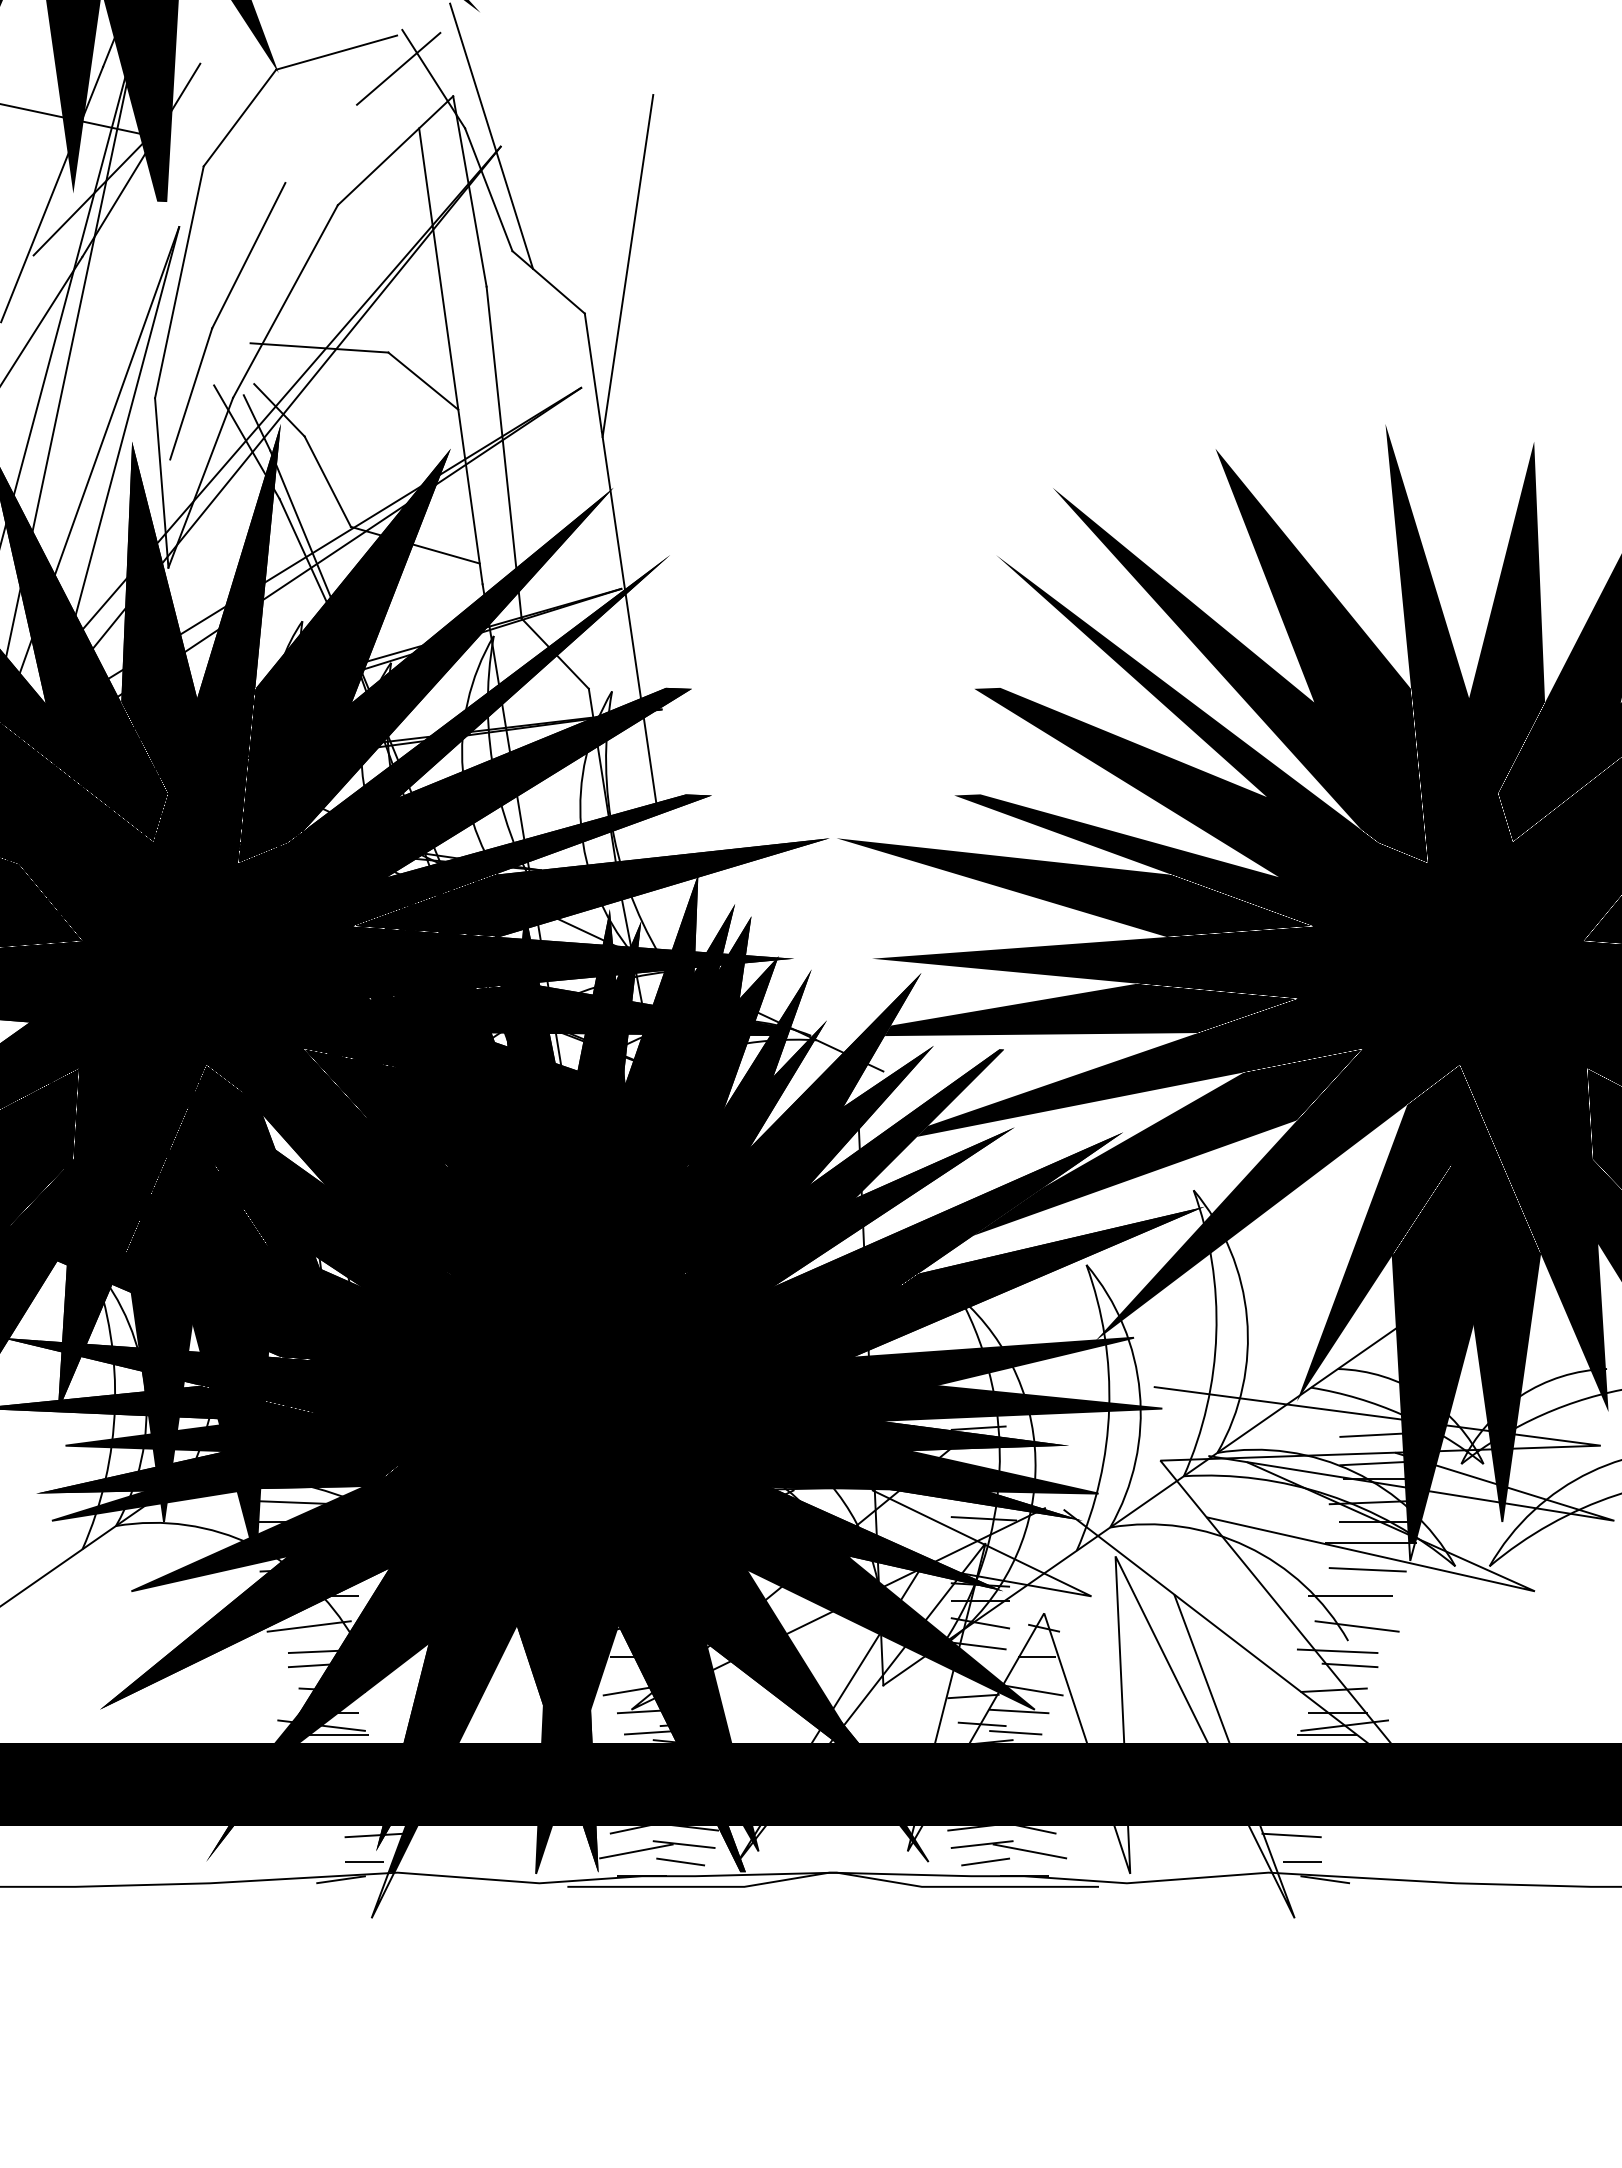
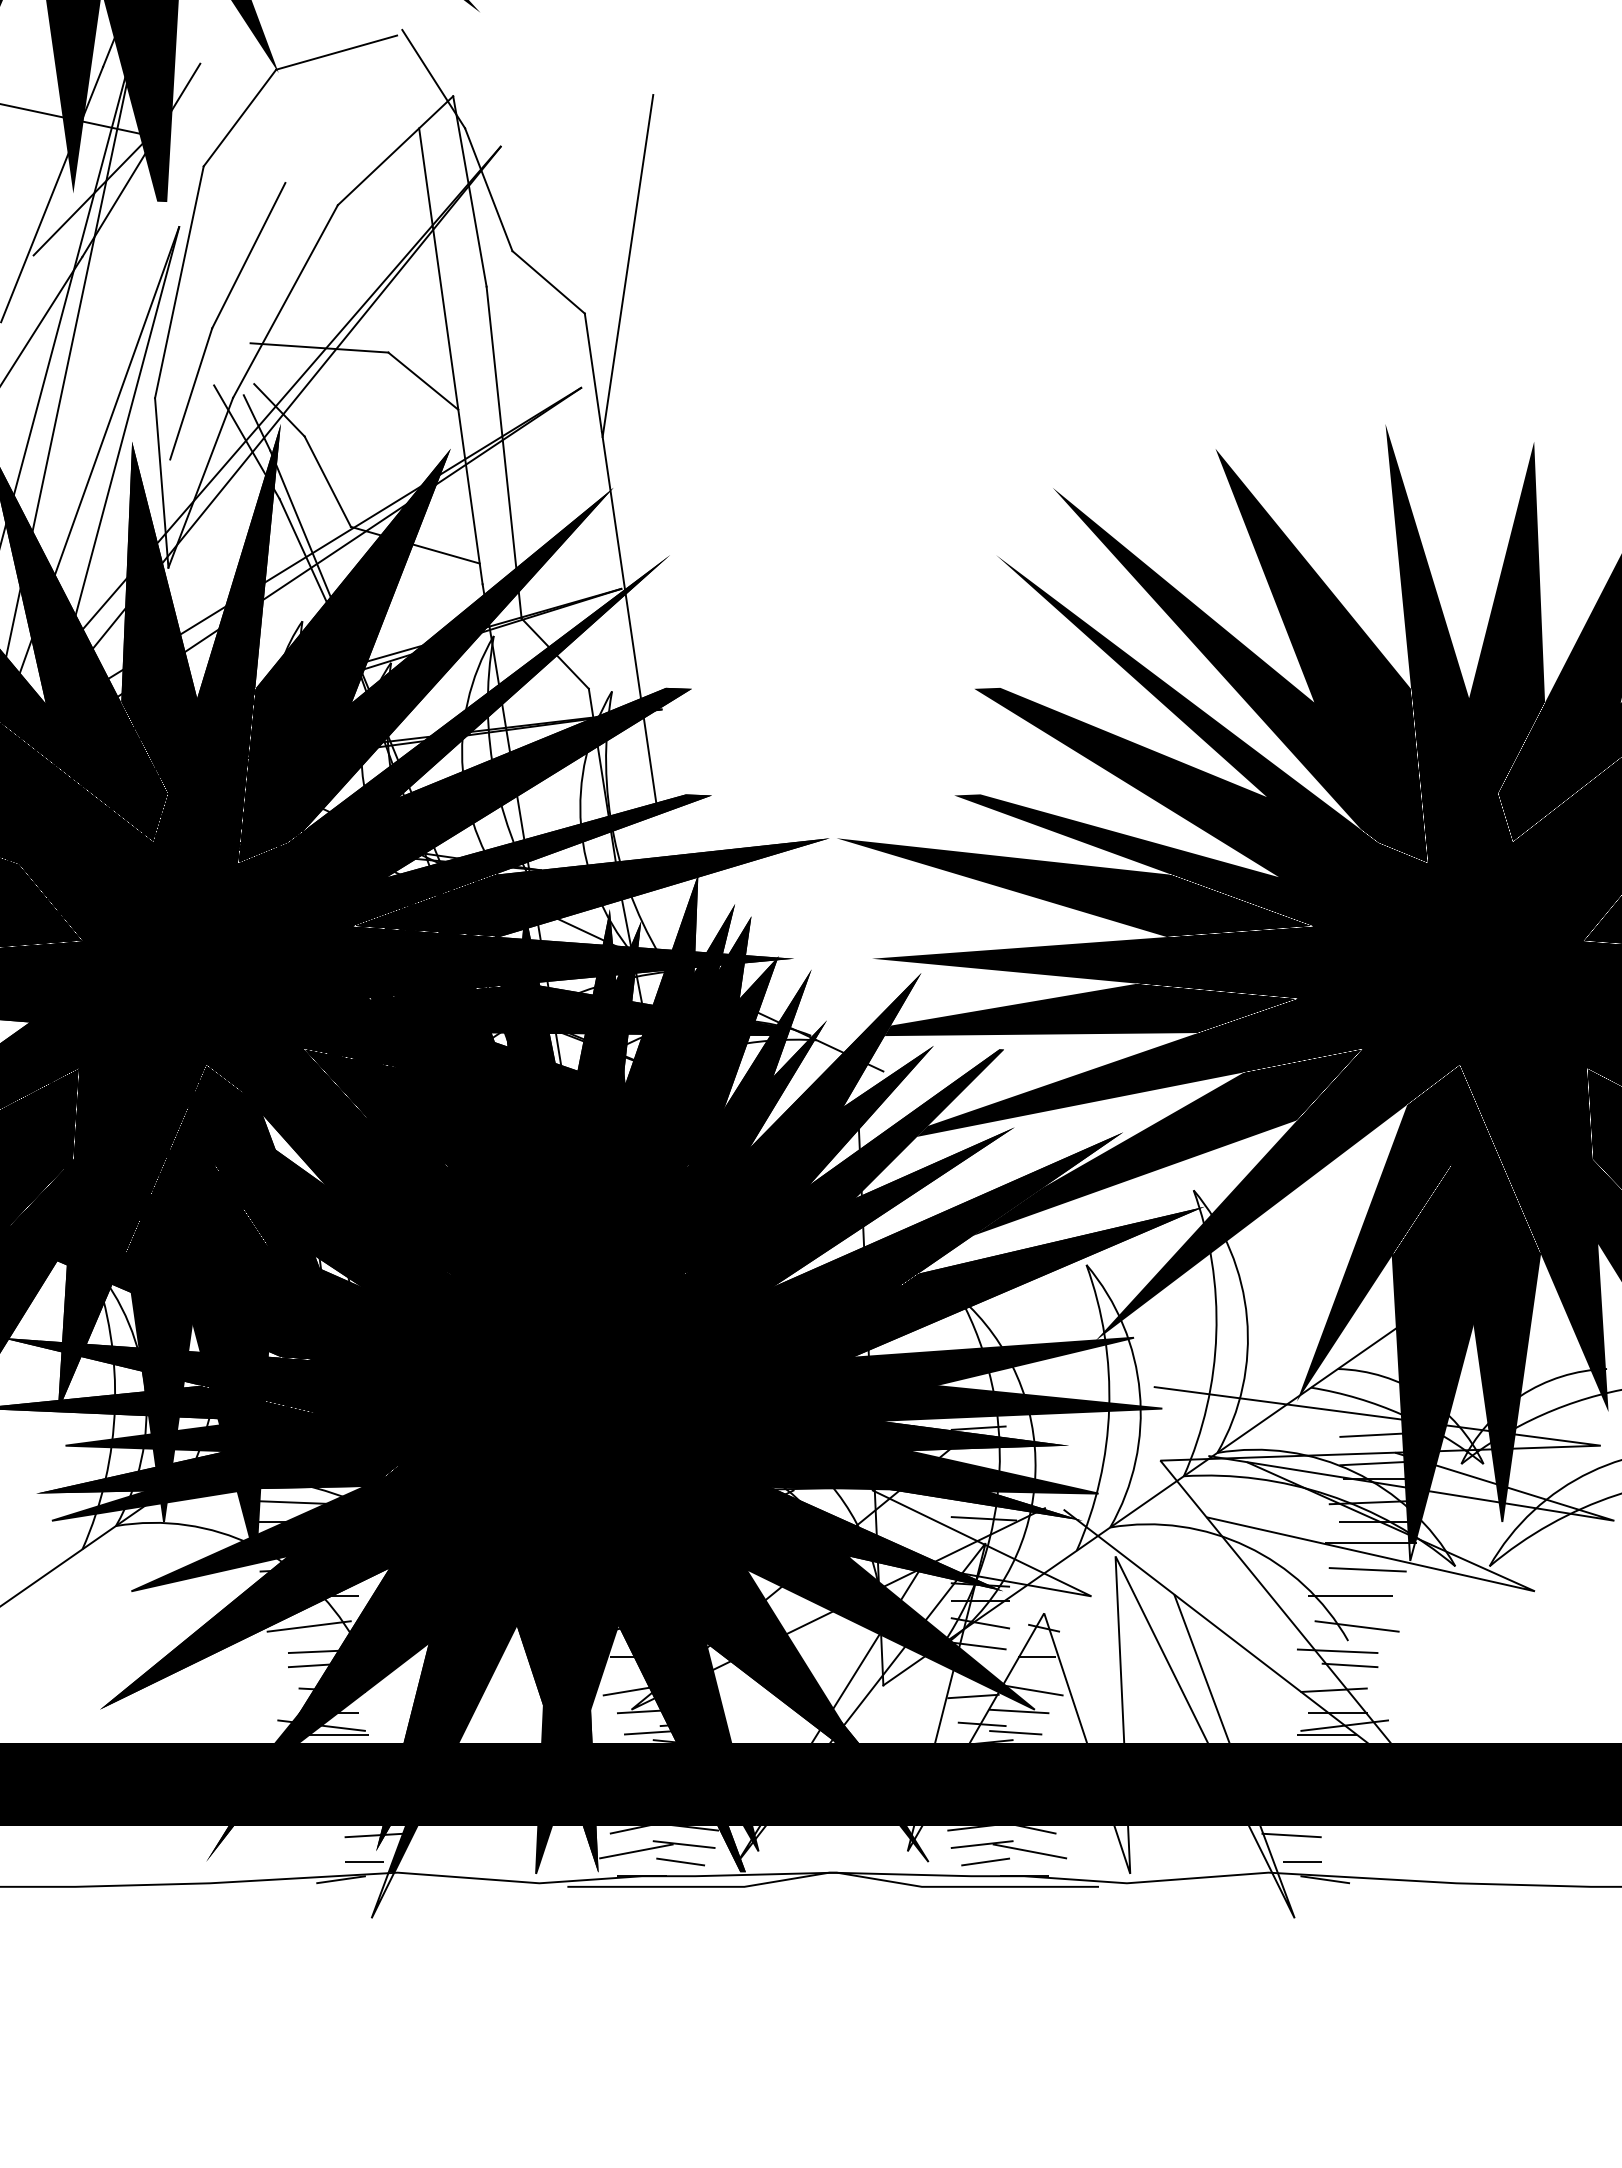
line at (398, 68): present -> none
line at (491, 135): present -> none
